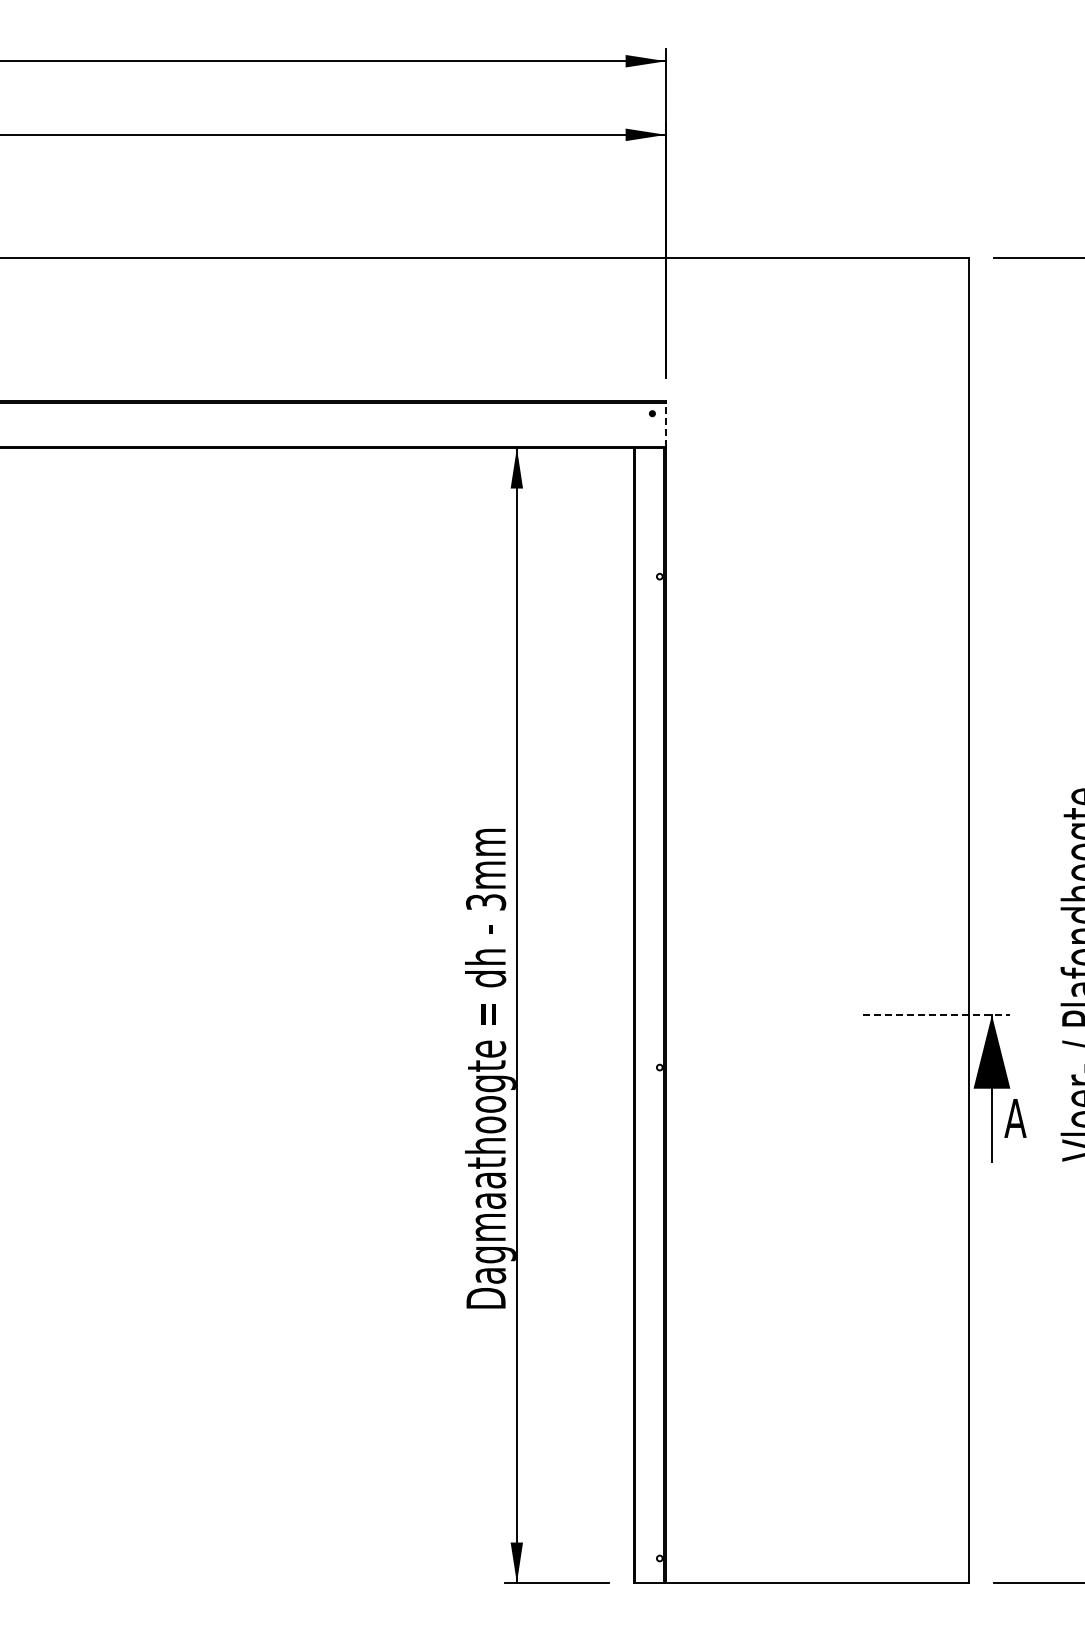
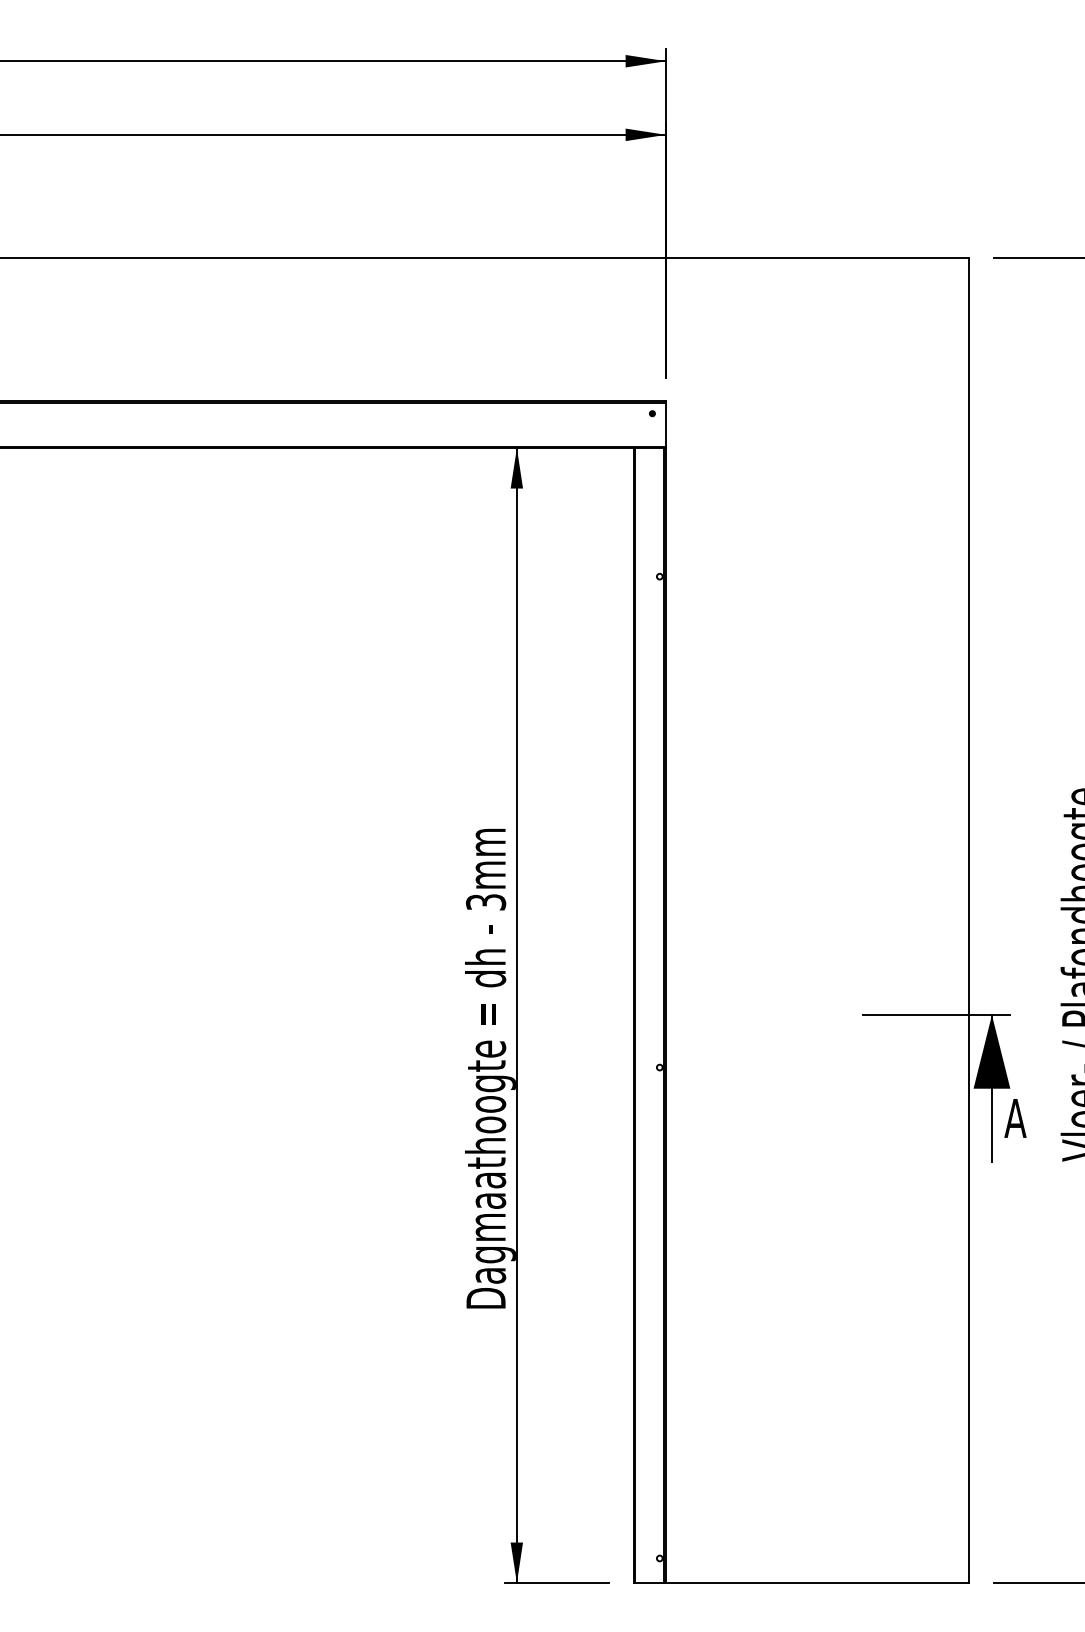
line at (666, 424): dashed -> solid
line at (936, 1015): dashed -> solid
